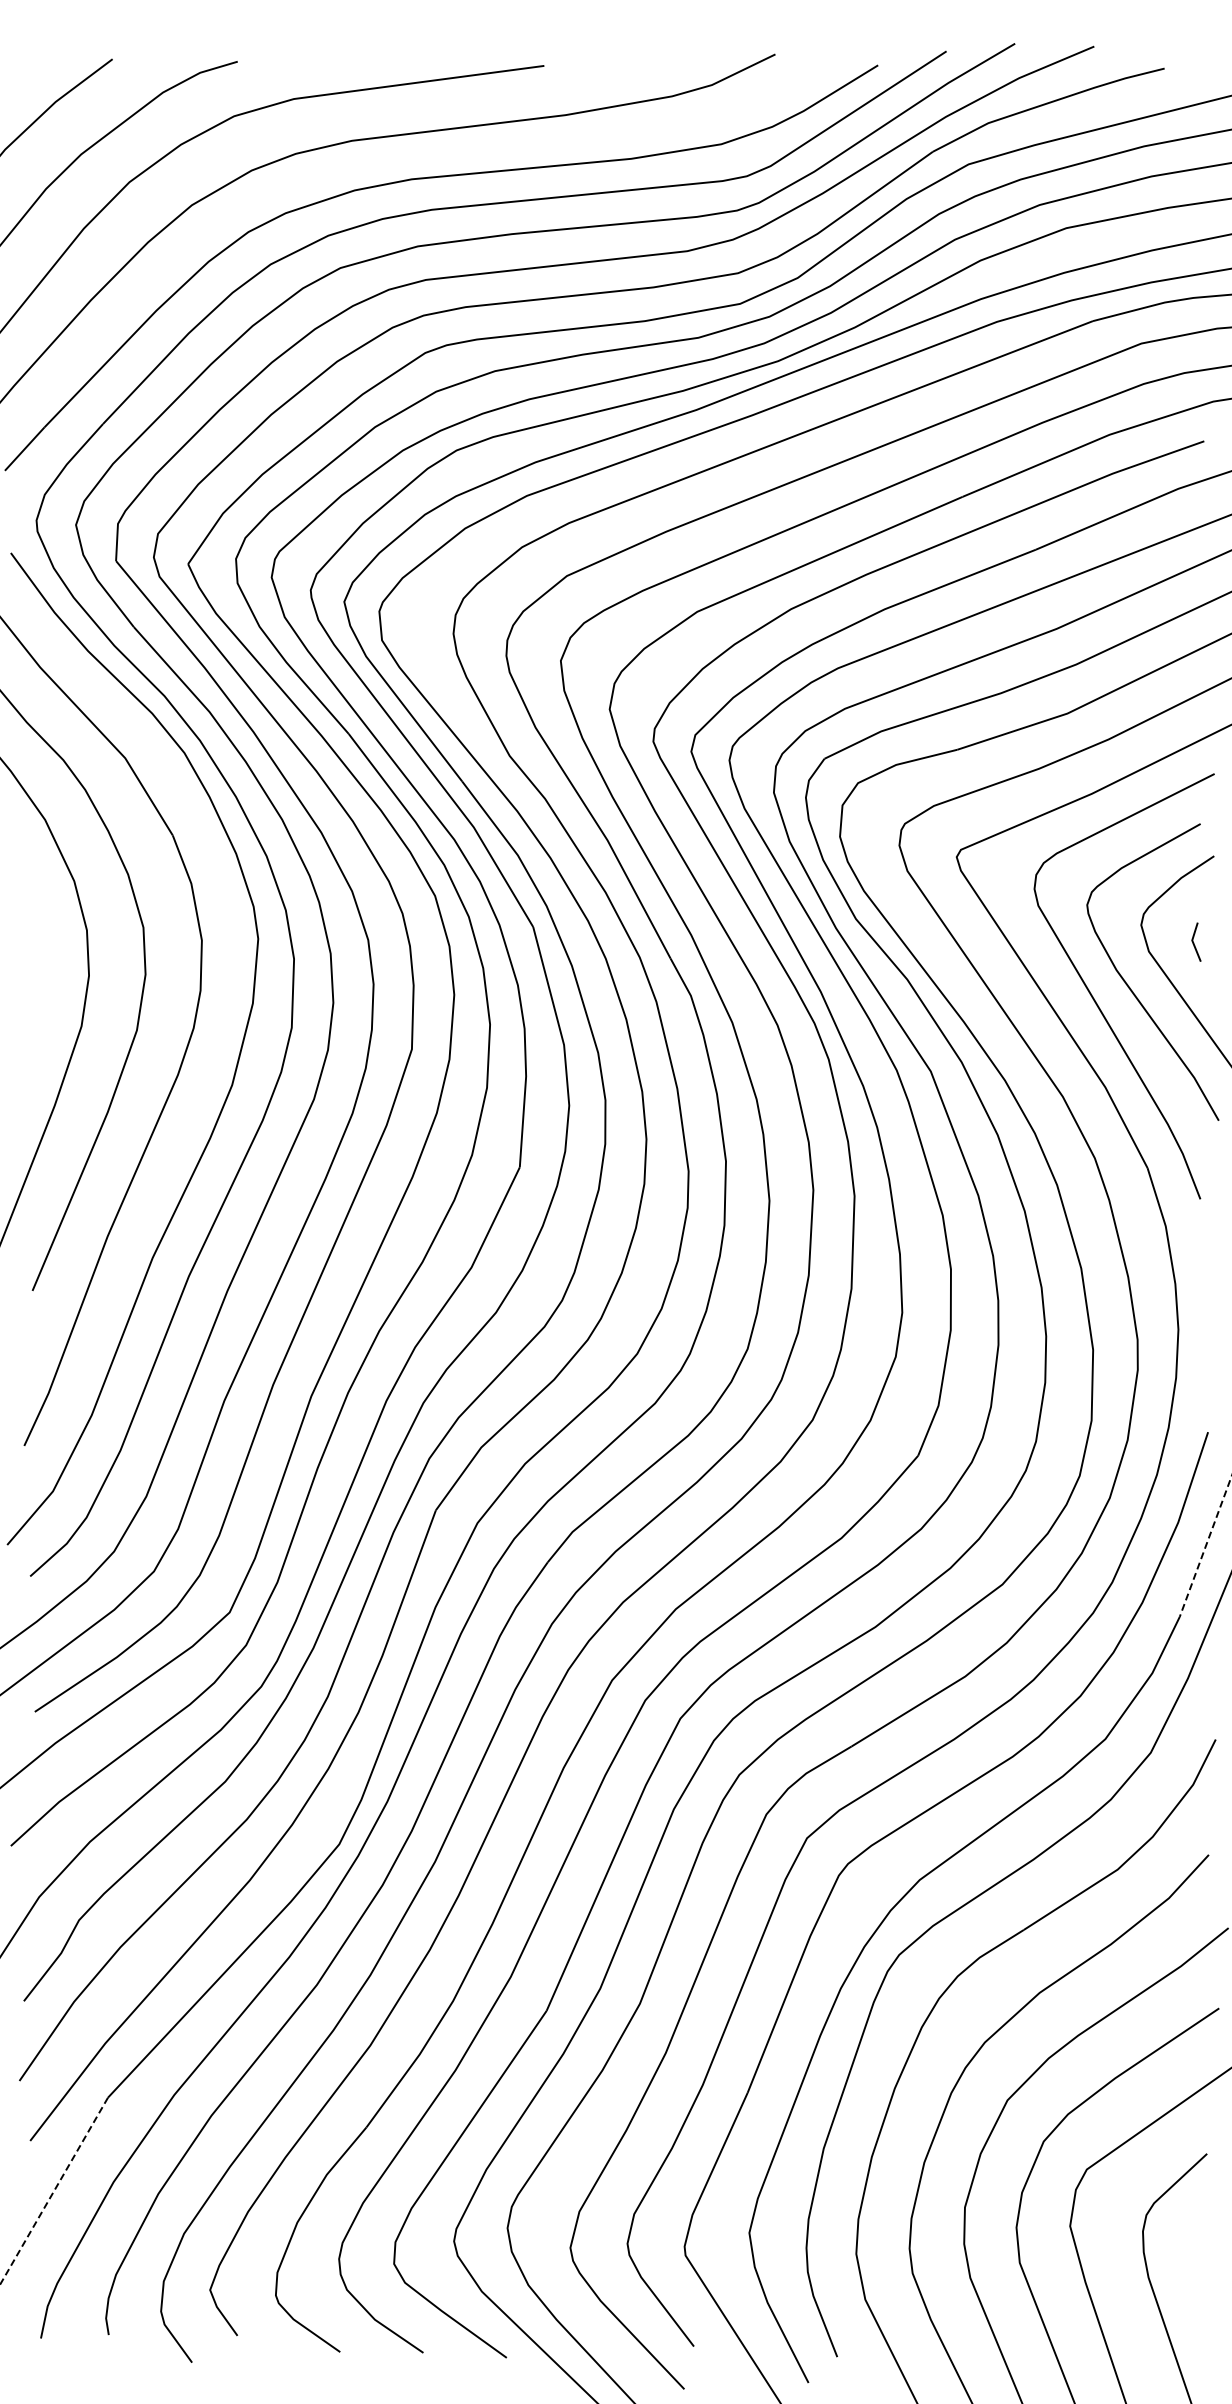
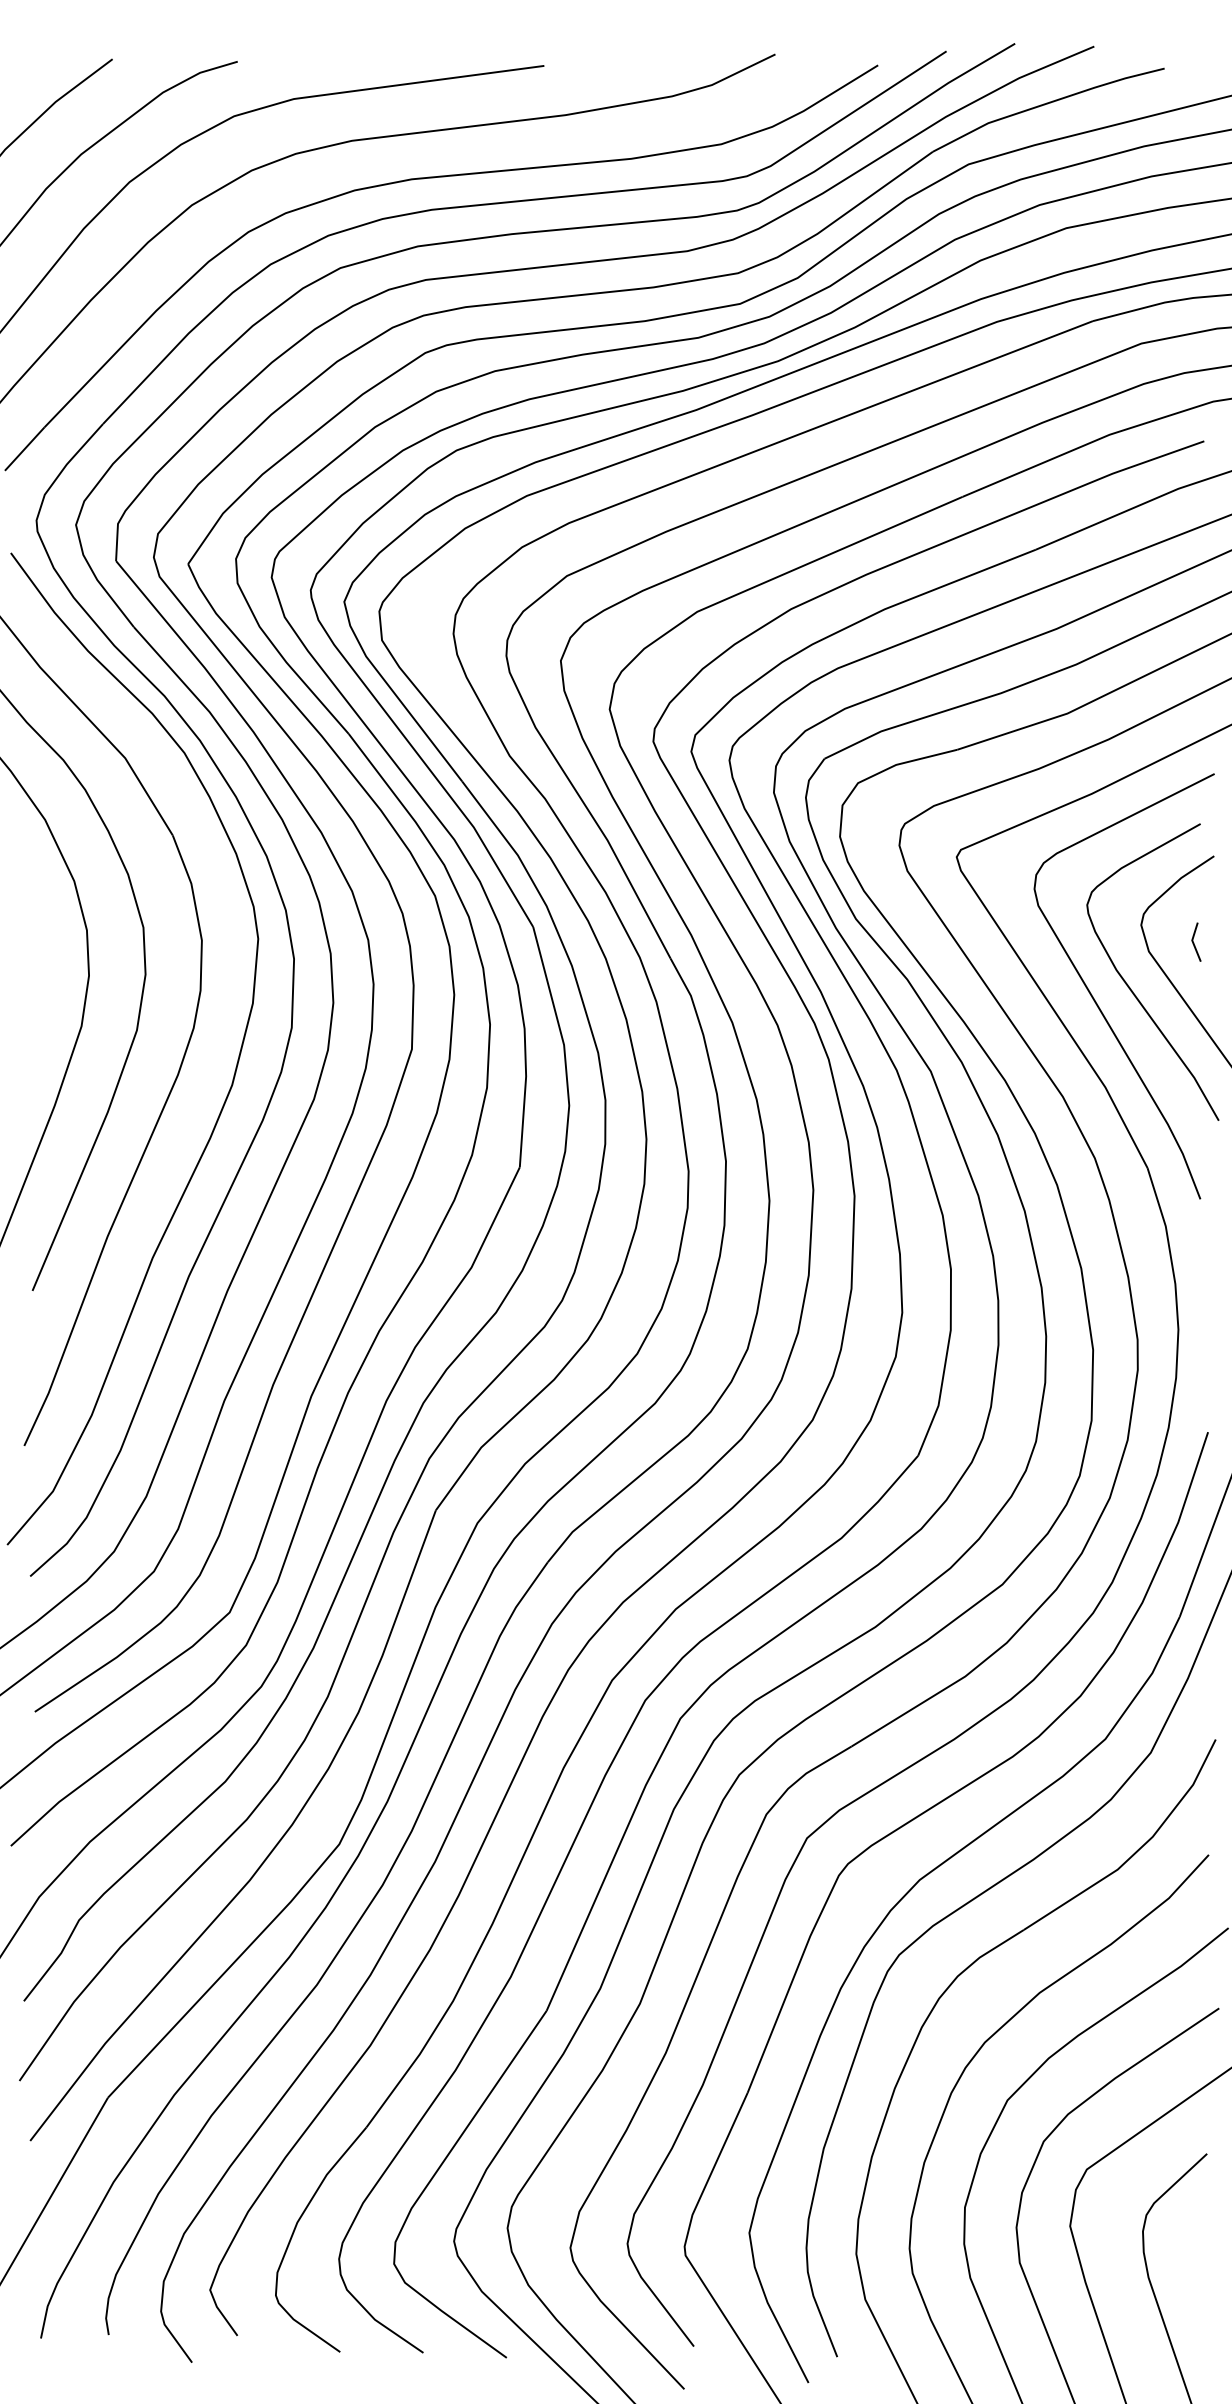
line at (1205, 1546): dashed -> solid
line at (54, 2190): dashed -> solid
